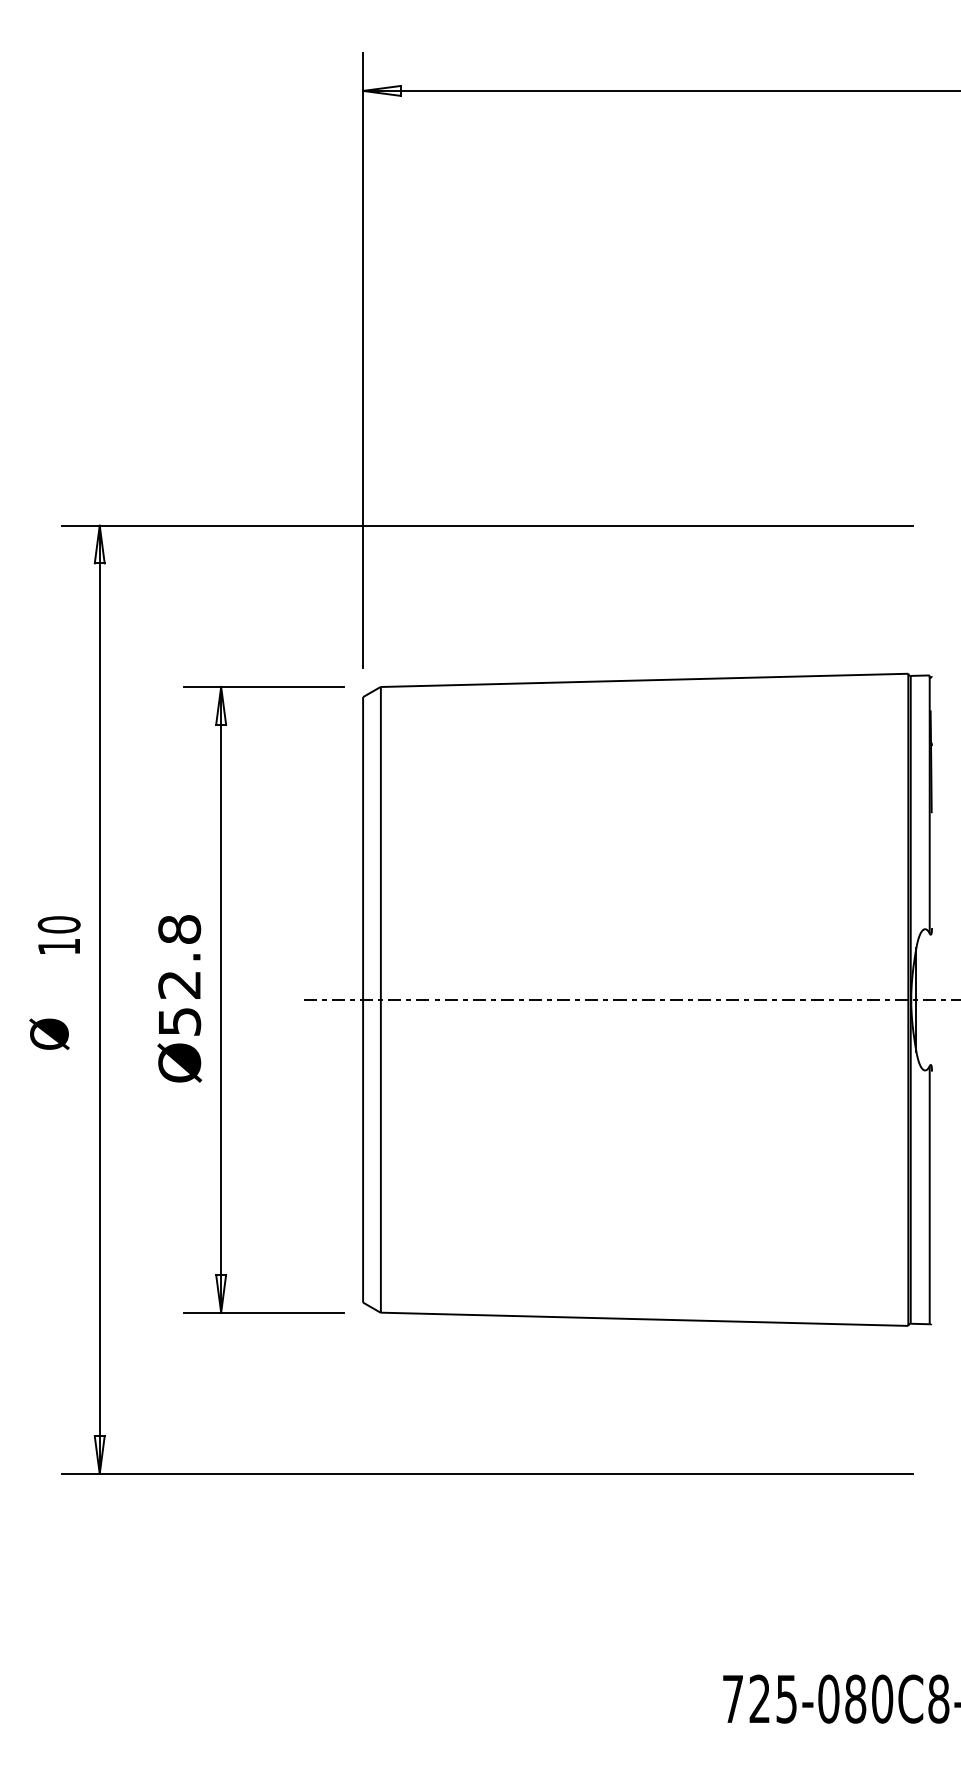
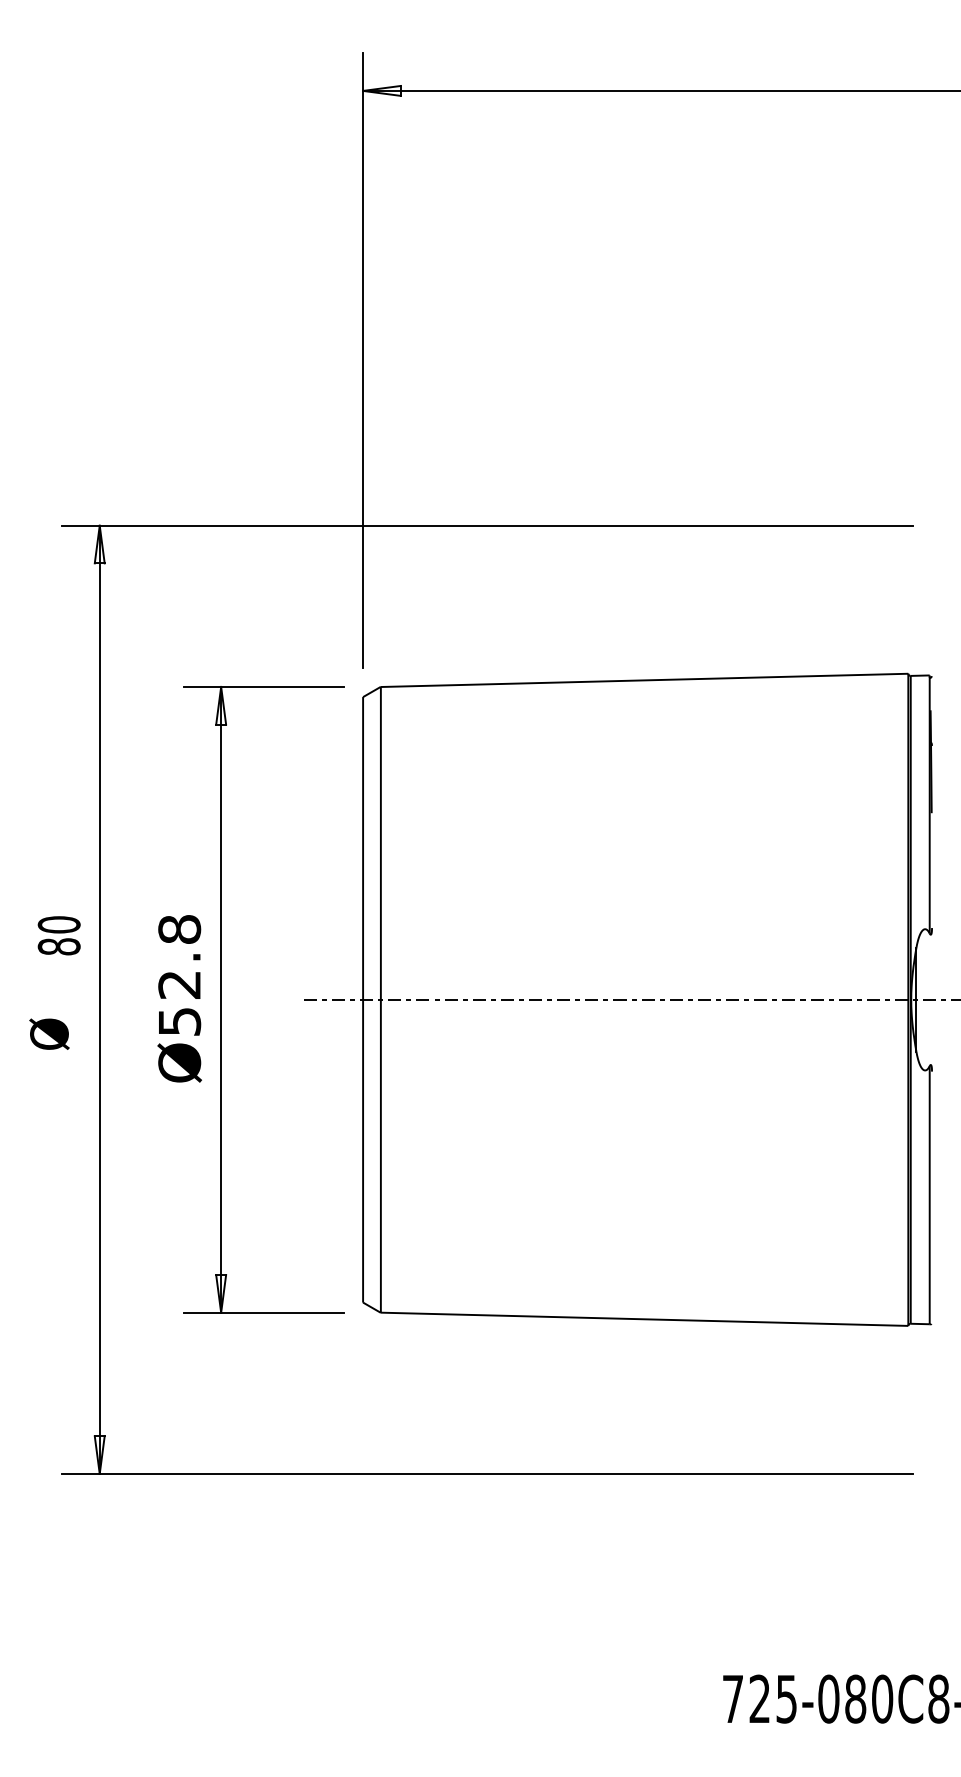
text at (58, 946): 10 -> 80
